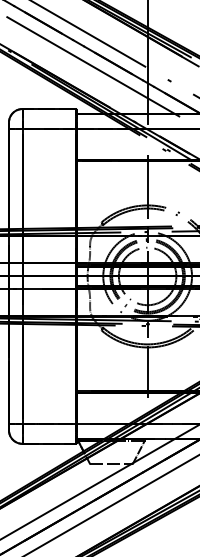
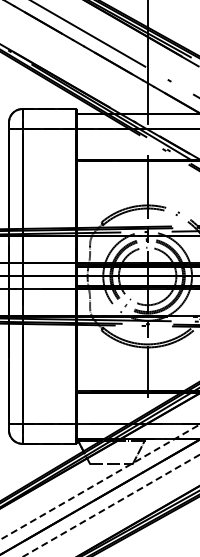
line at (99, 70): present -> none
line at (100, 482): solid -> dashed
line at (111, 505): solid -> dashed
